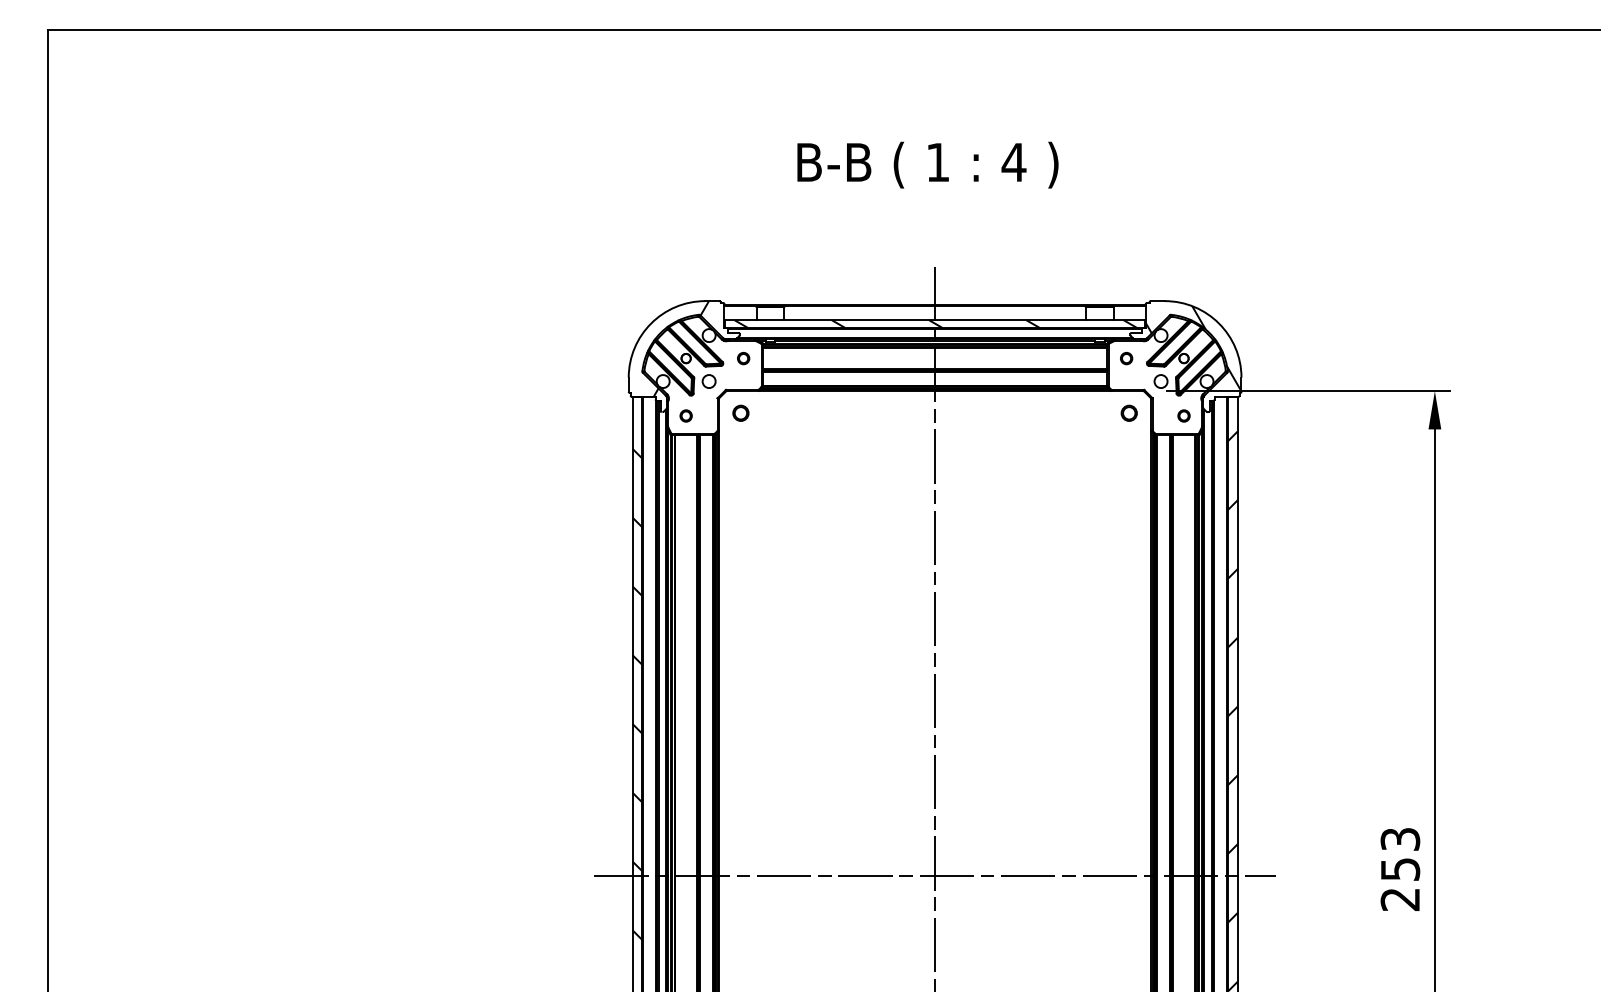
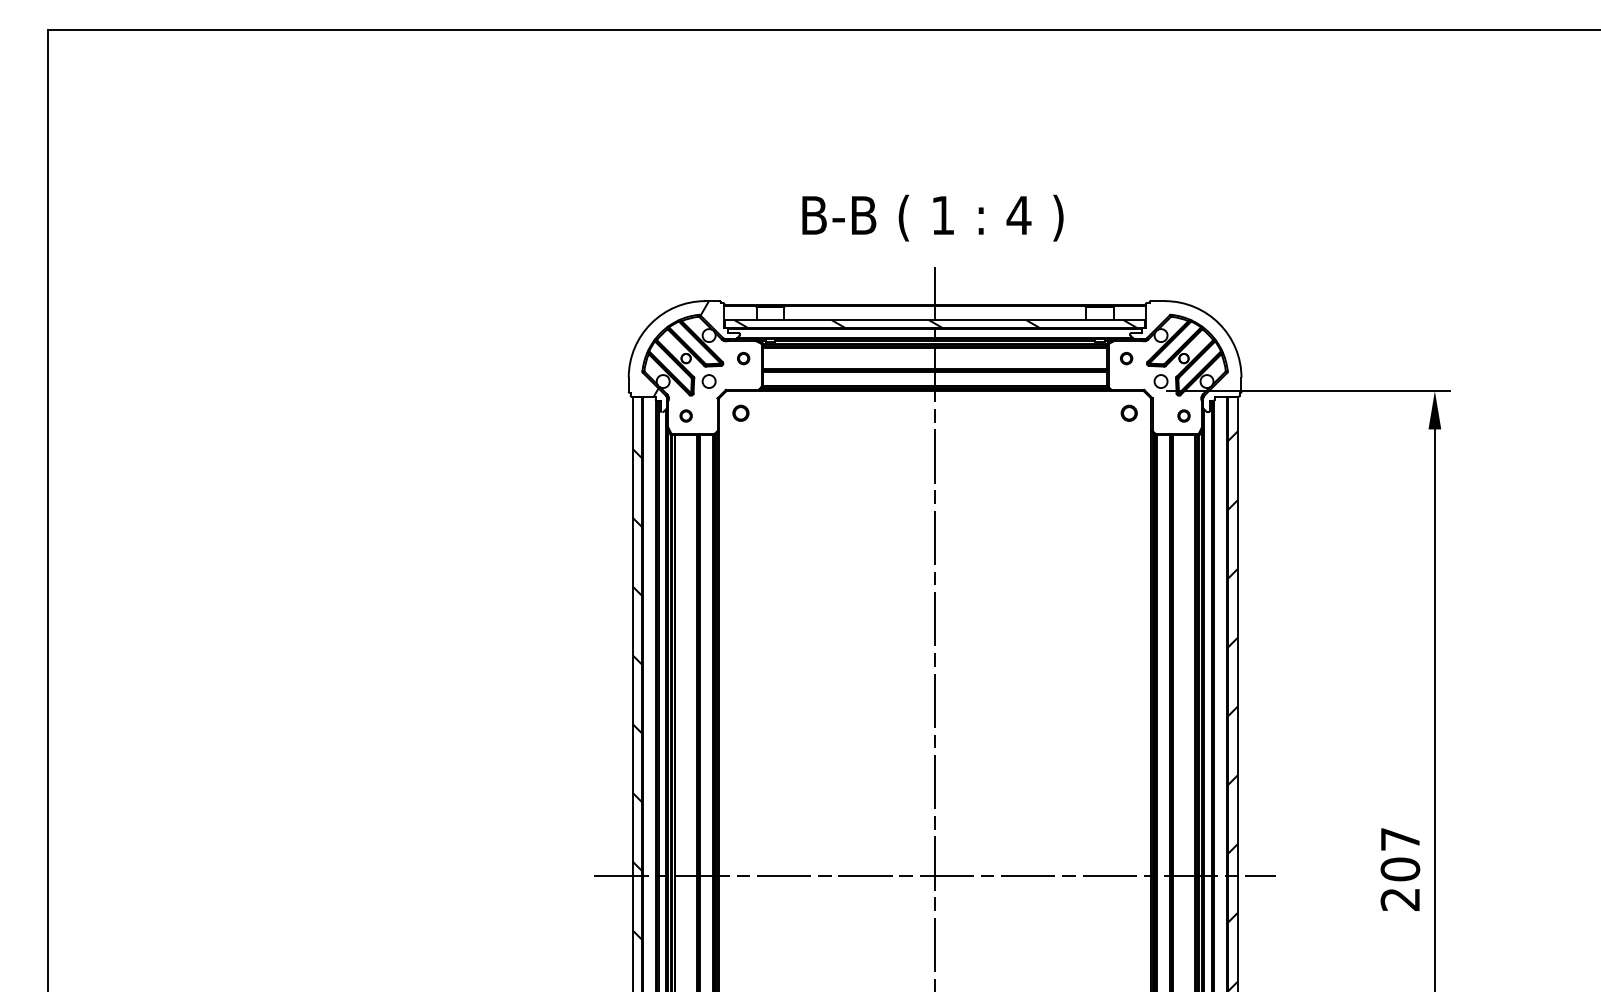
text at (927, 164) position: (927, 164) -> (932, 217)
hatch at (1193, 348): present -> none
text at (1400, 854): 253 -> 207
